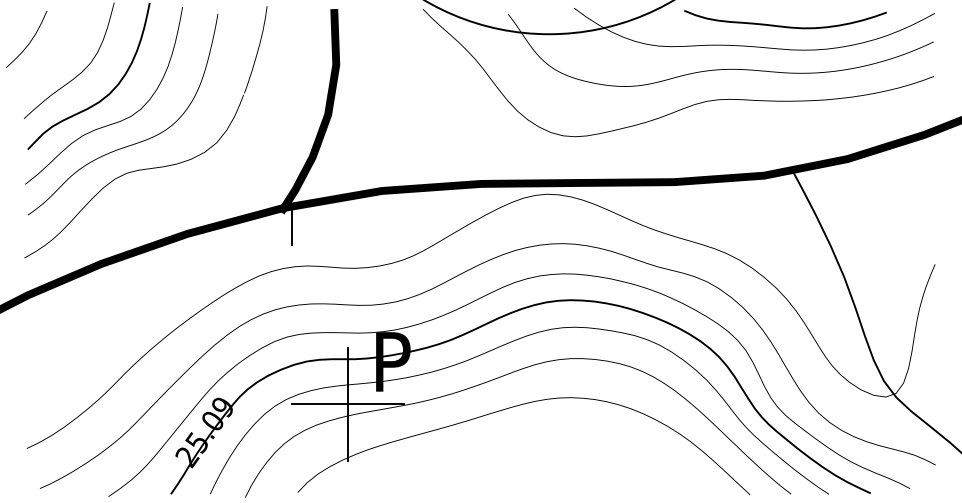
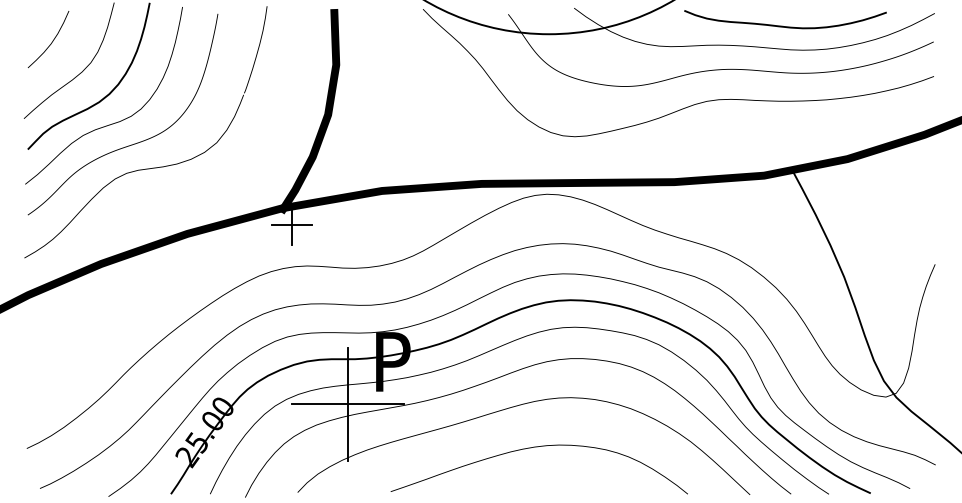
curve at (30, 40) position: (30, 40) -> (52, 40)
line at (291, 224): none -> present
text at (222, 407): 25.09 -> 25.00
curve at (537, 447): none -> present
